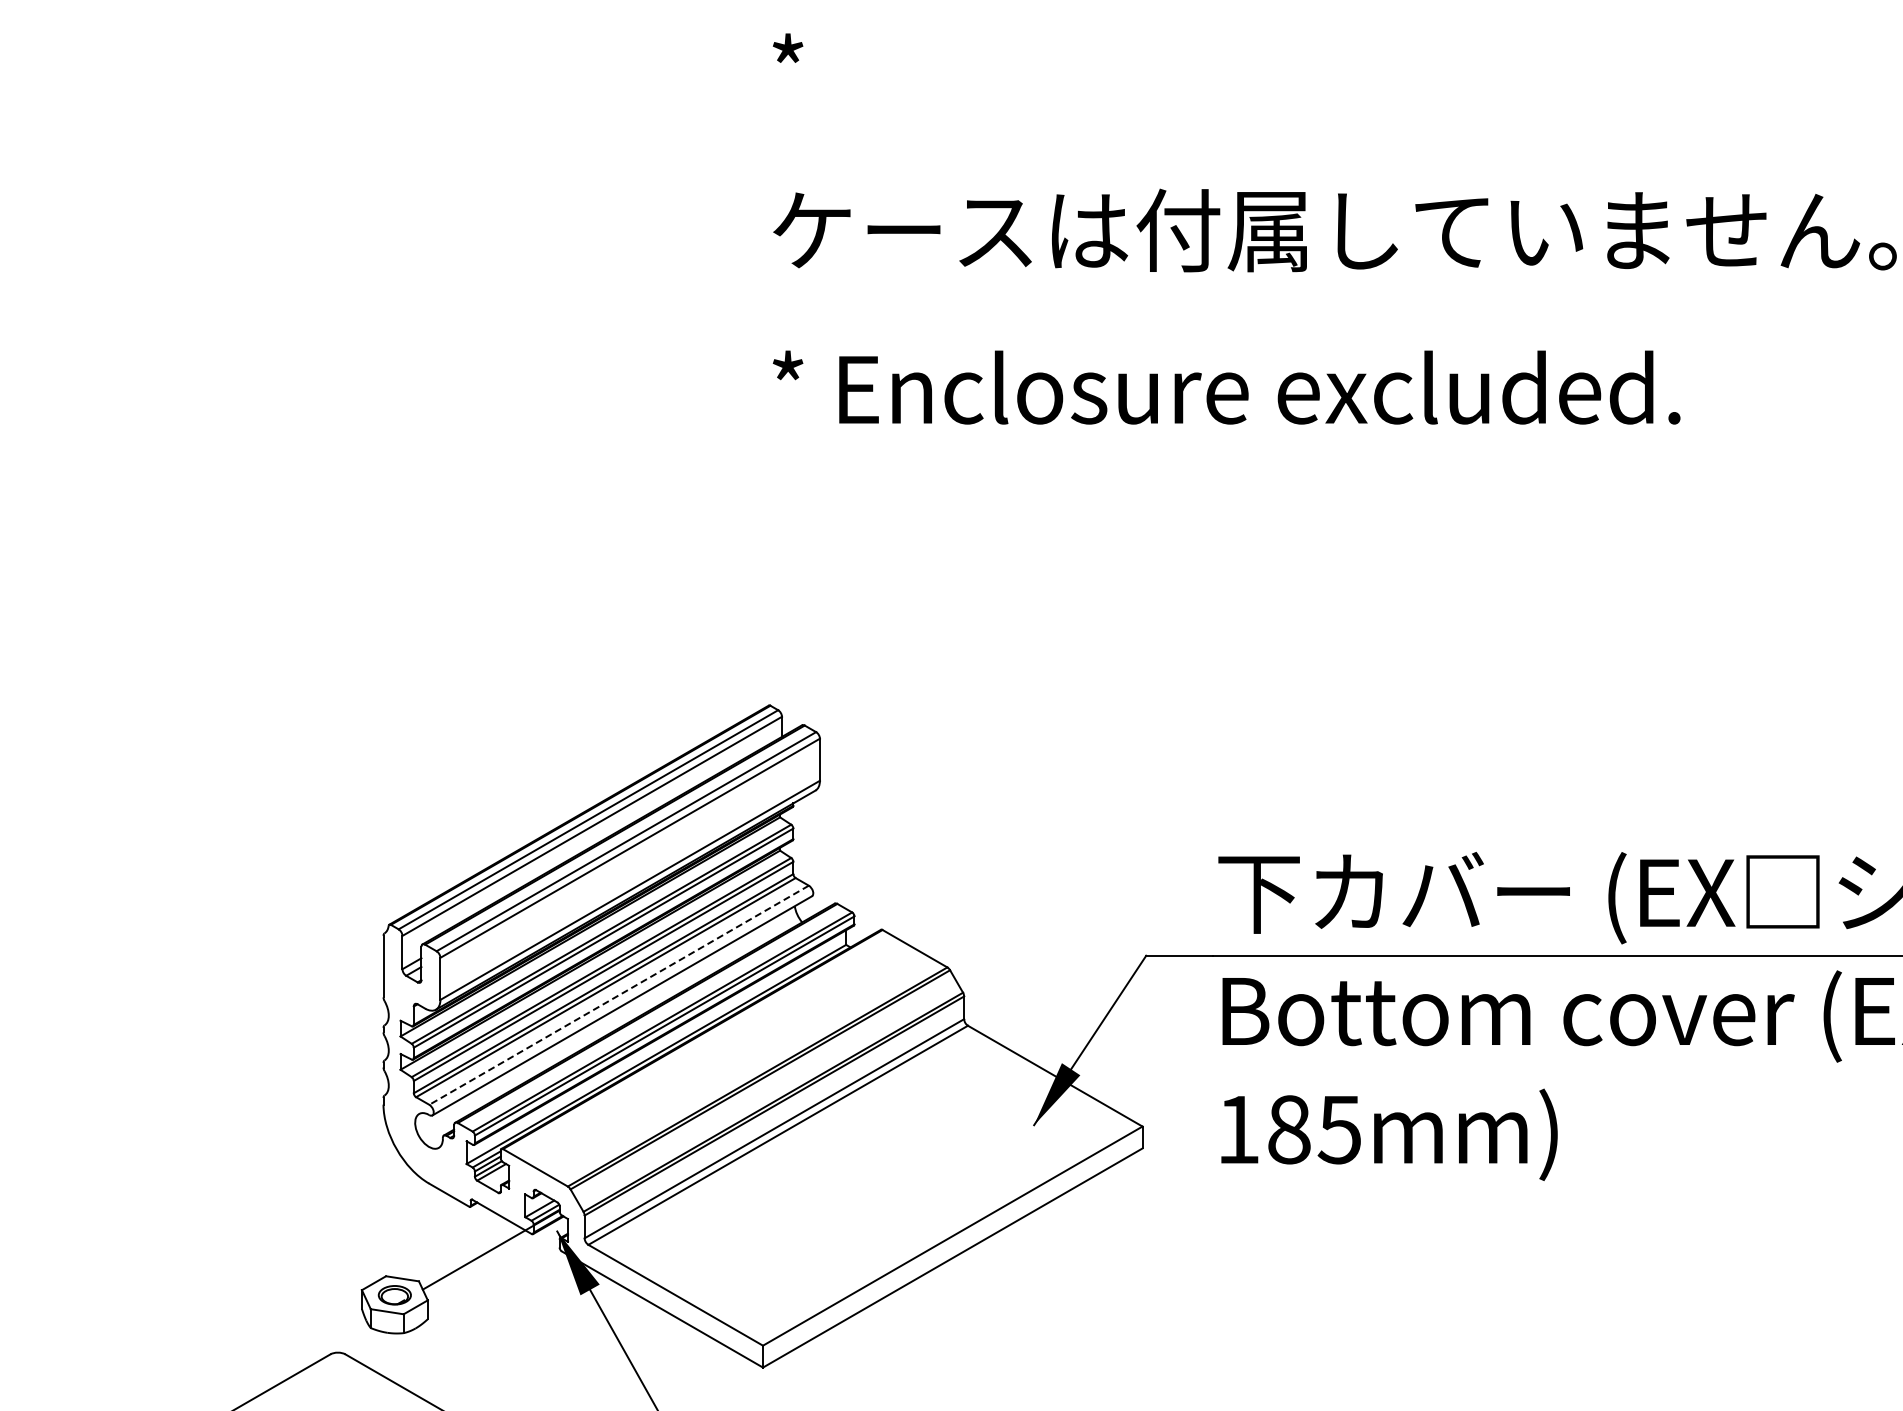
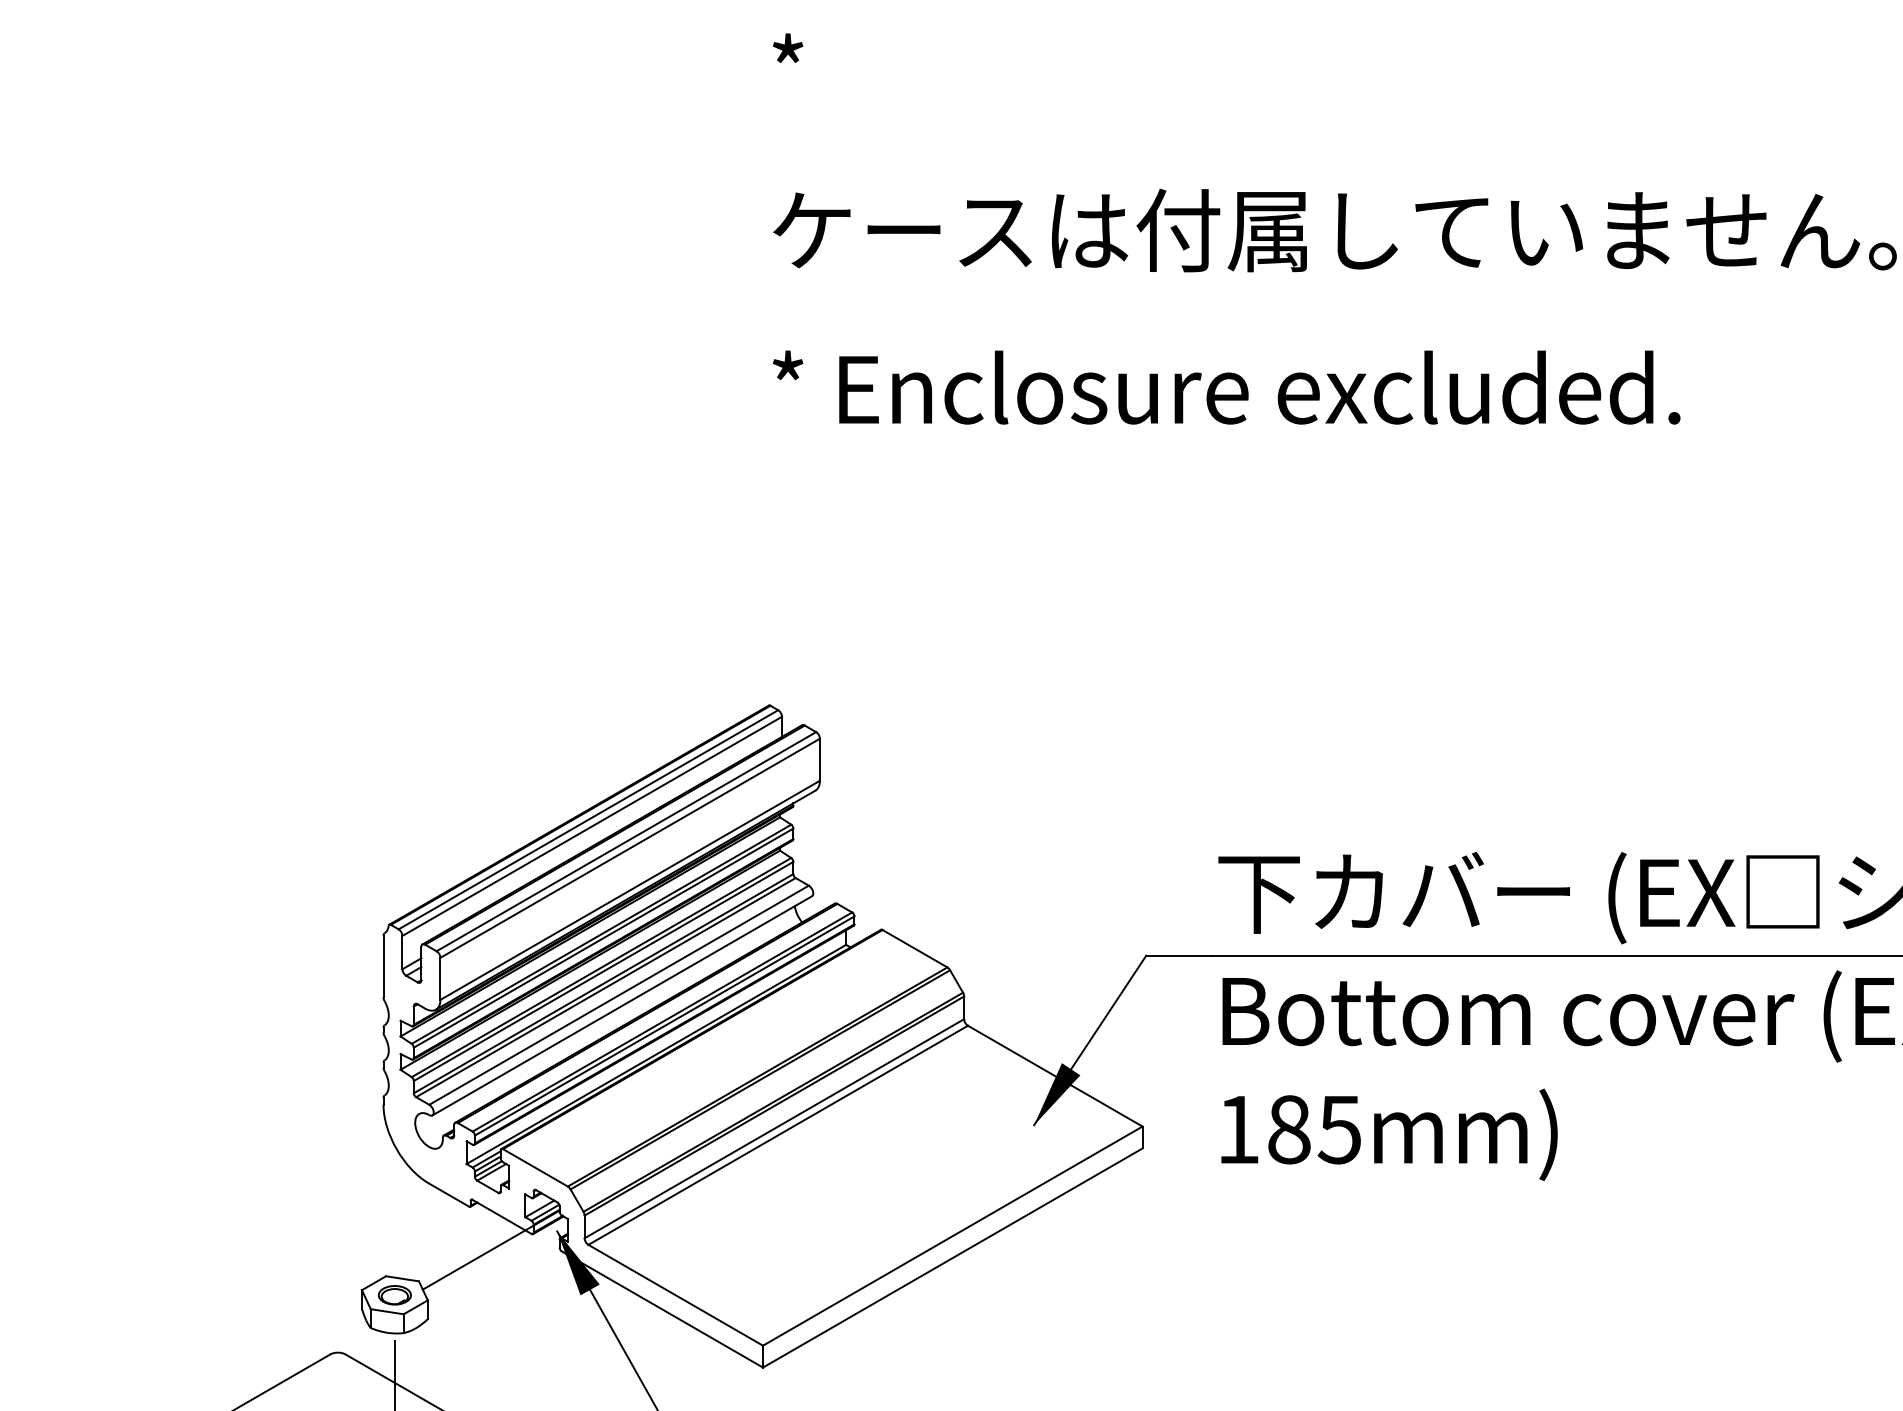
line at (618, 995): dashed -> solid
line at (394, 1373): none -> present
